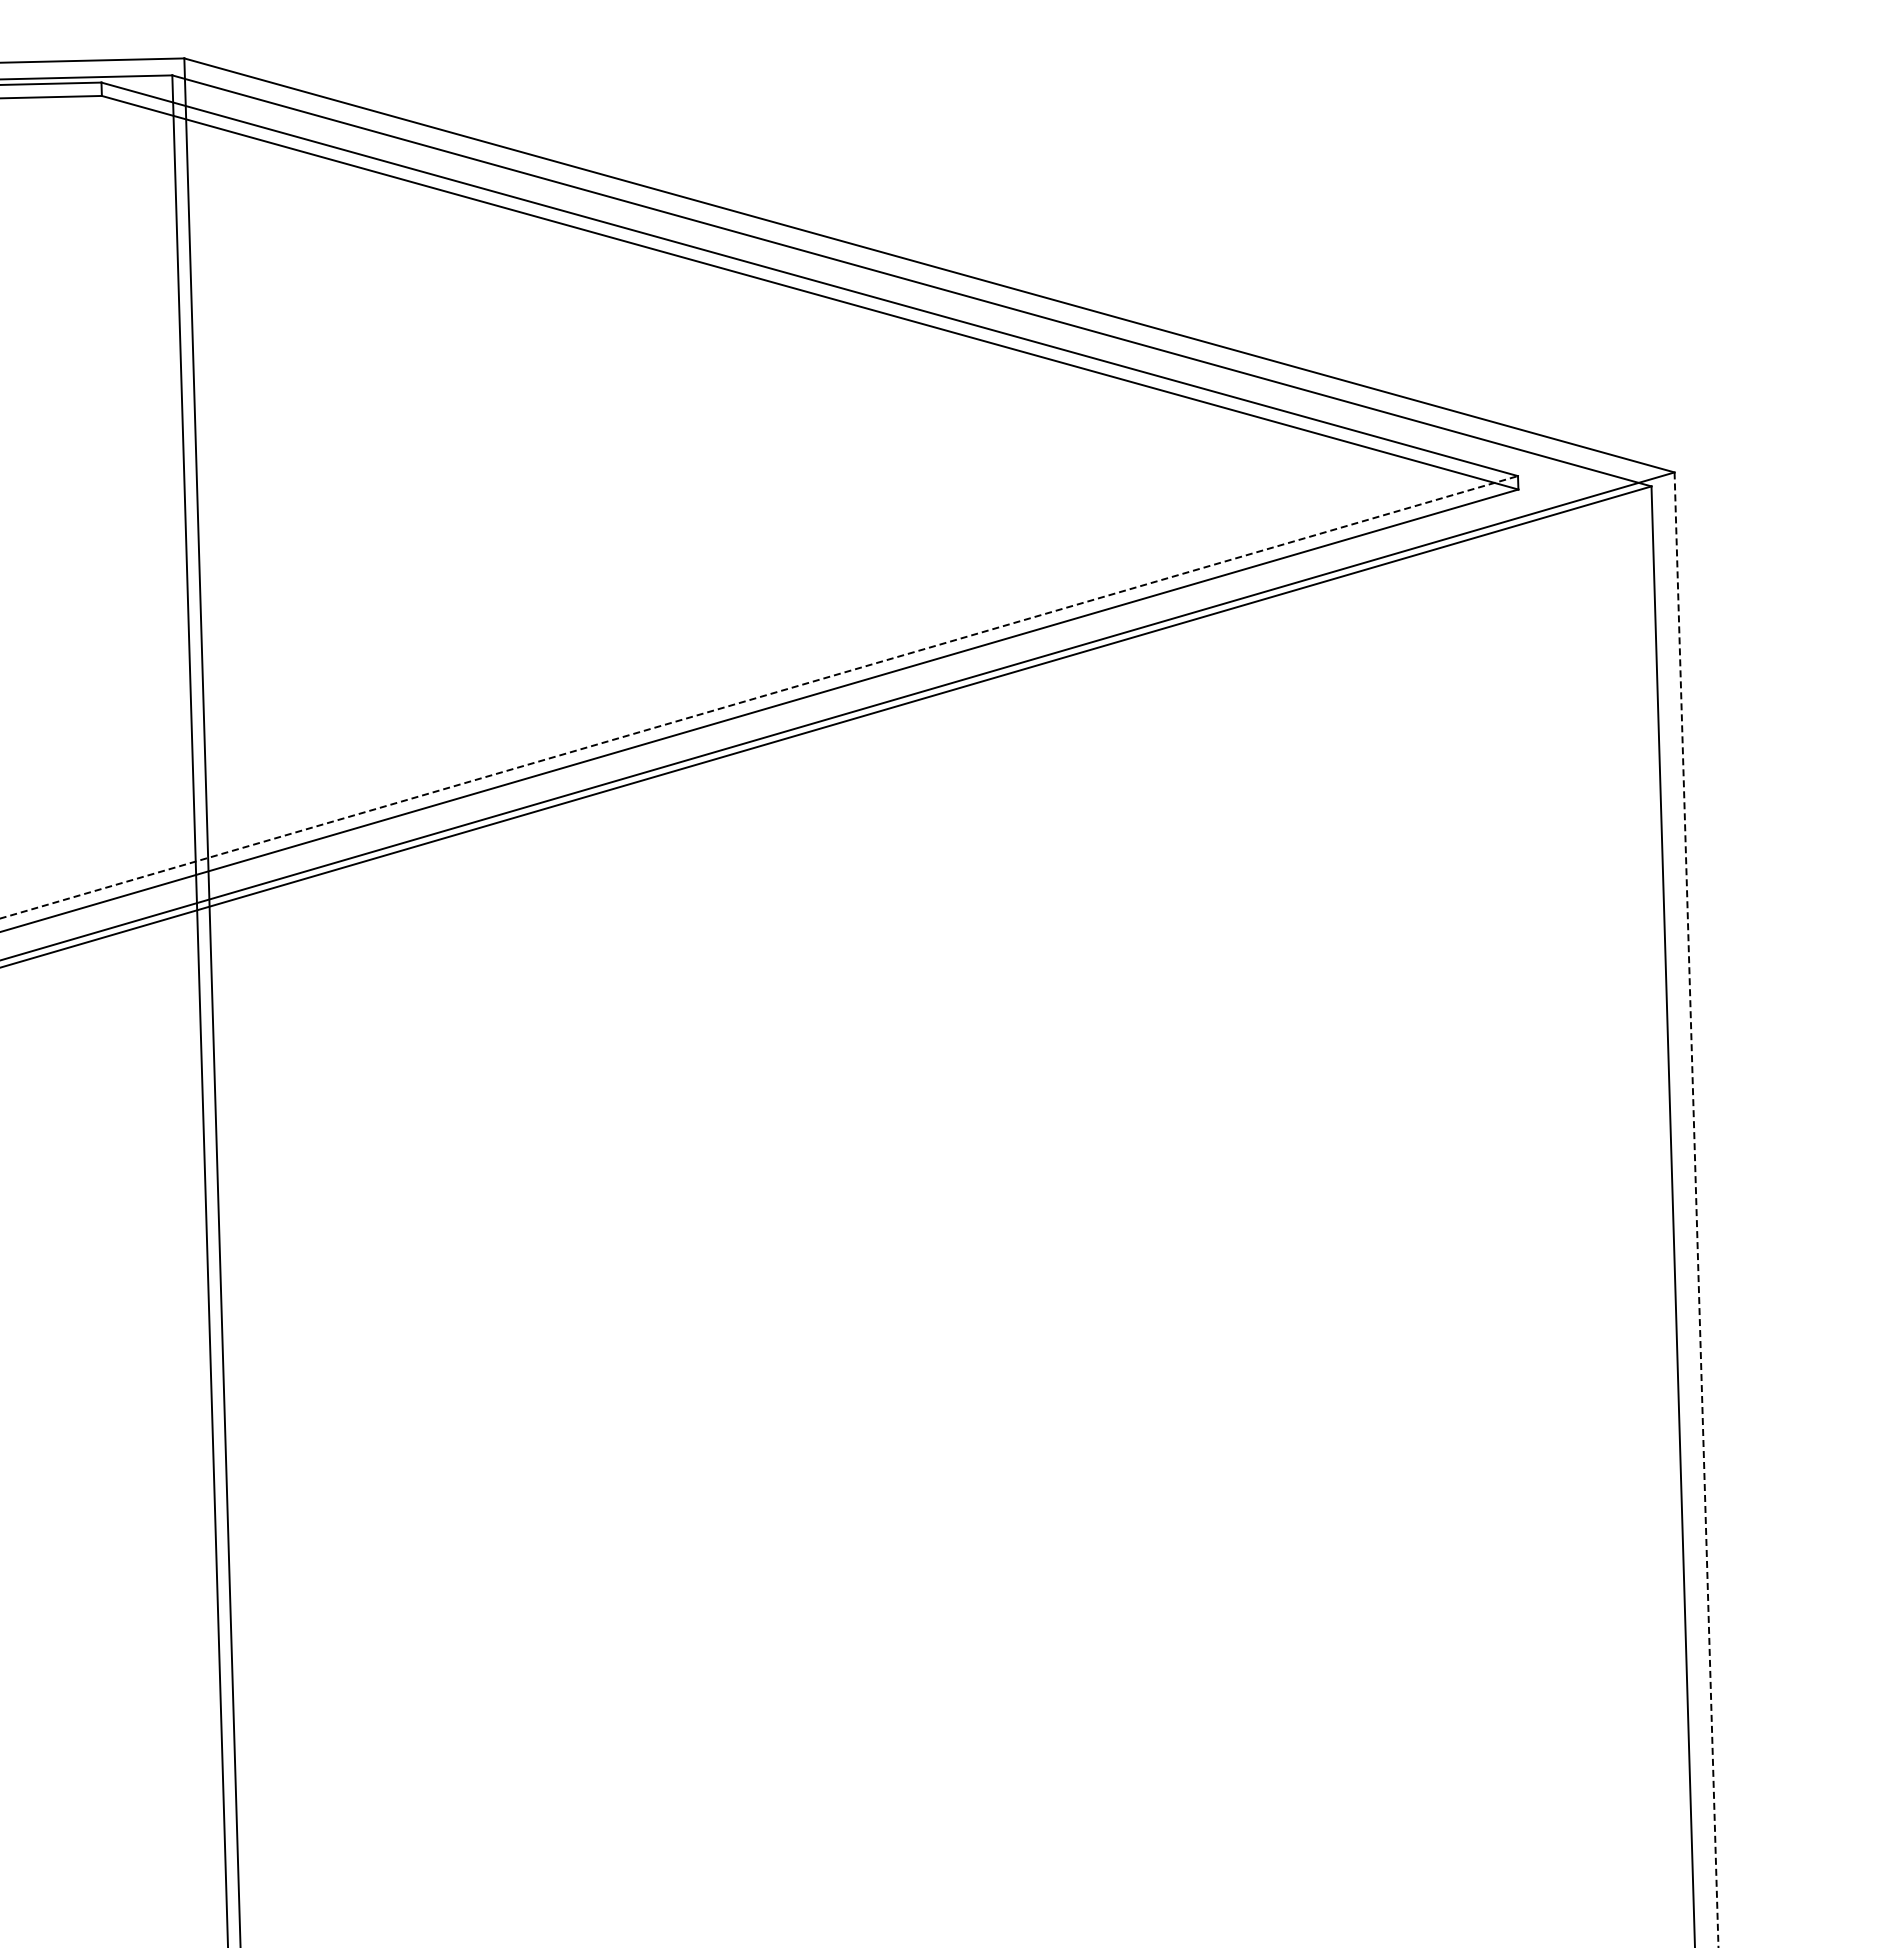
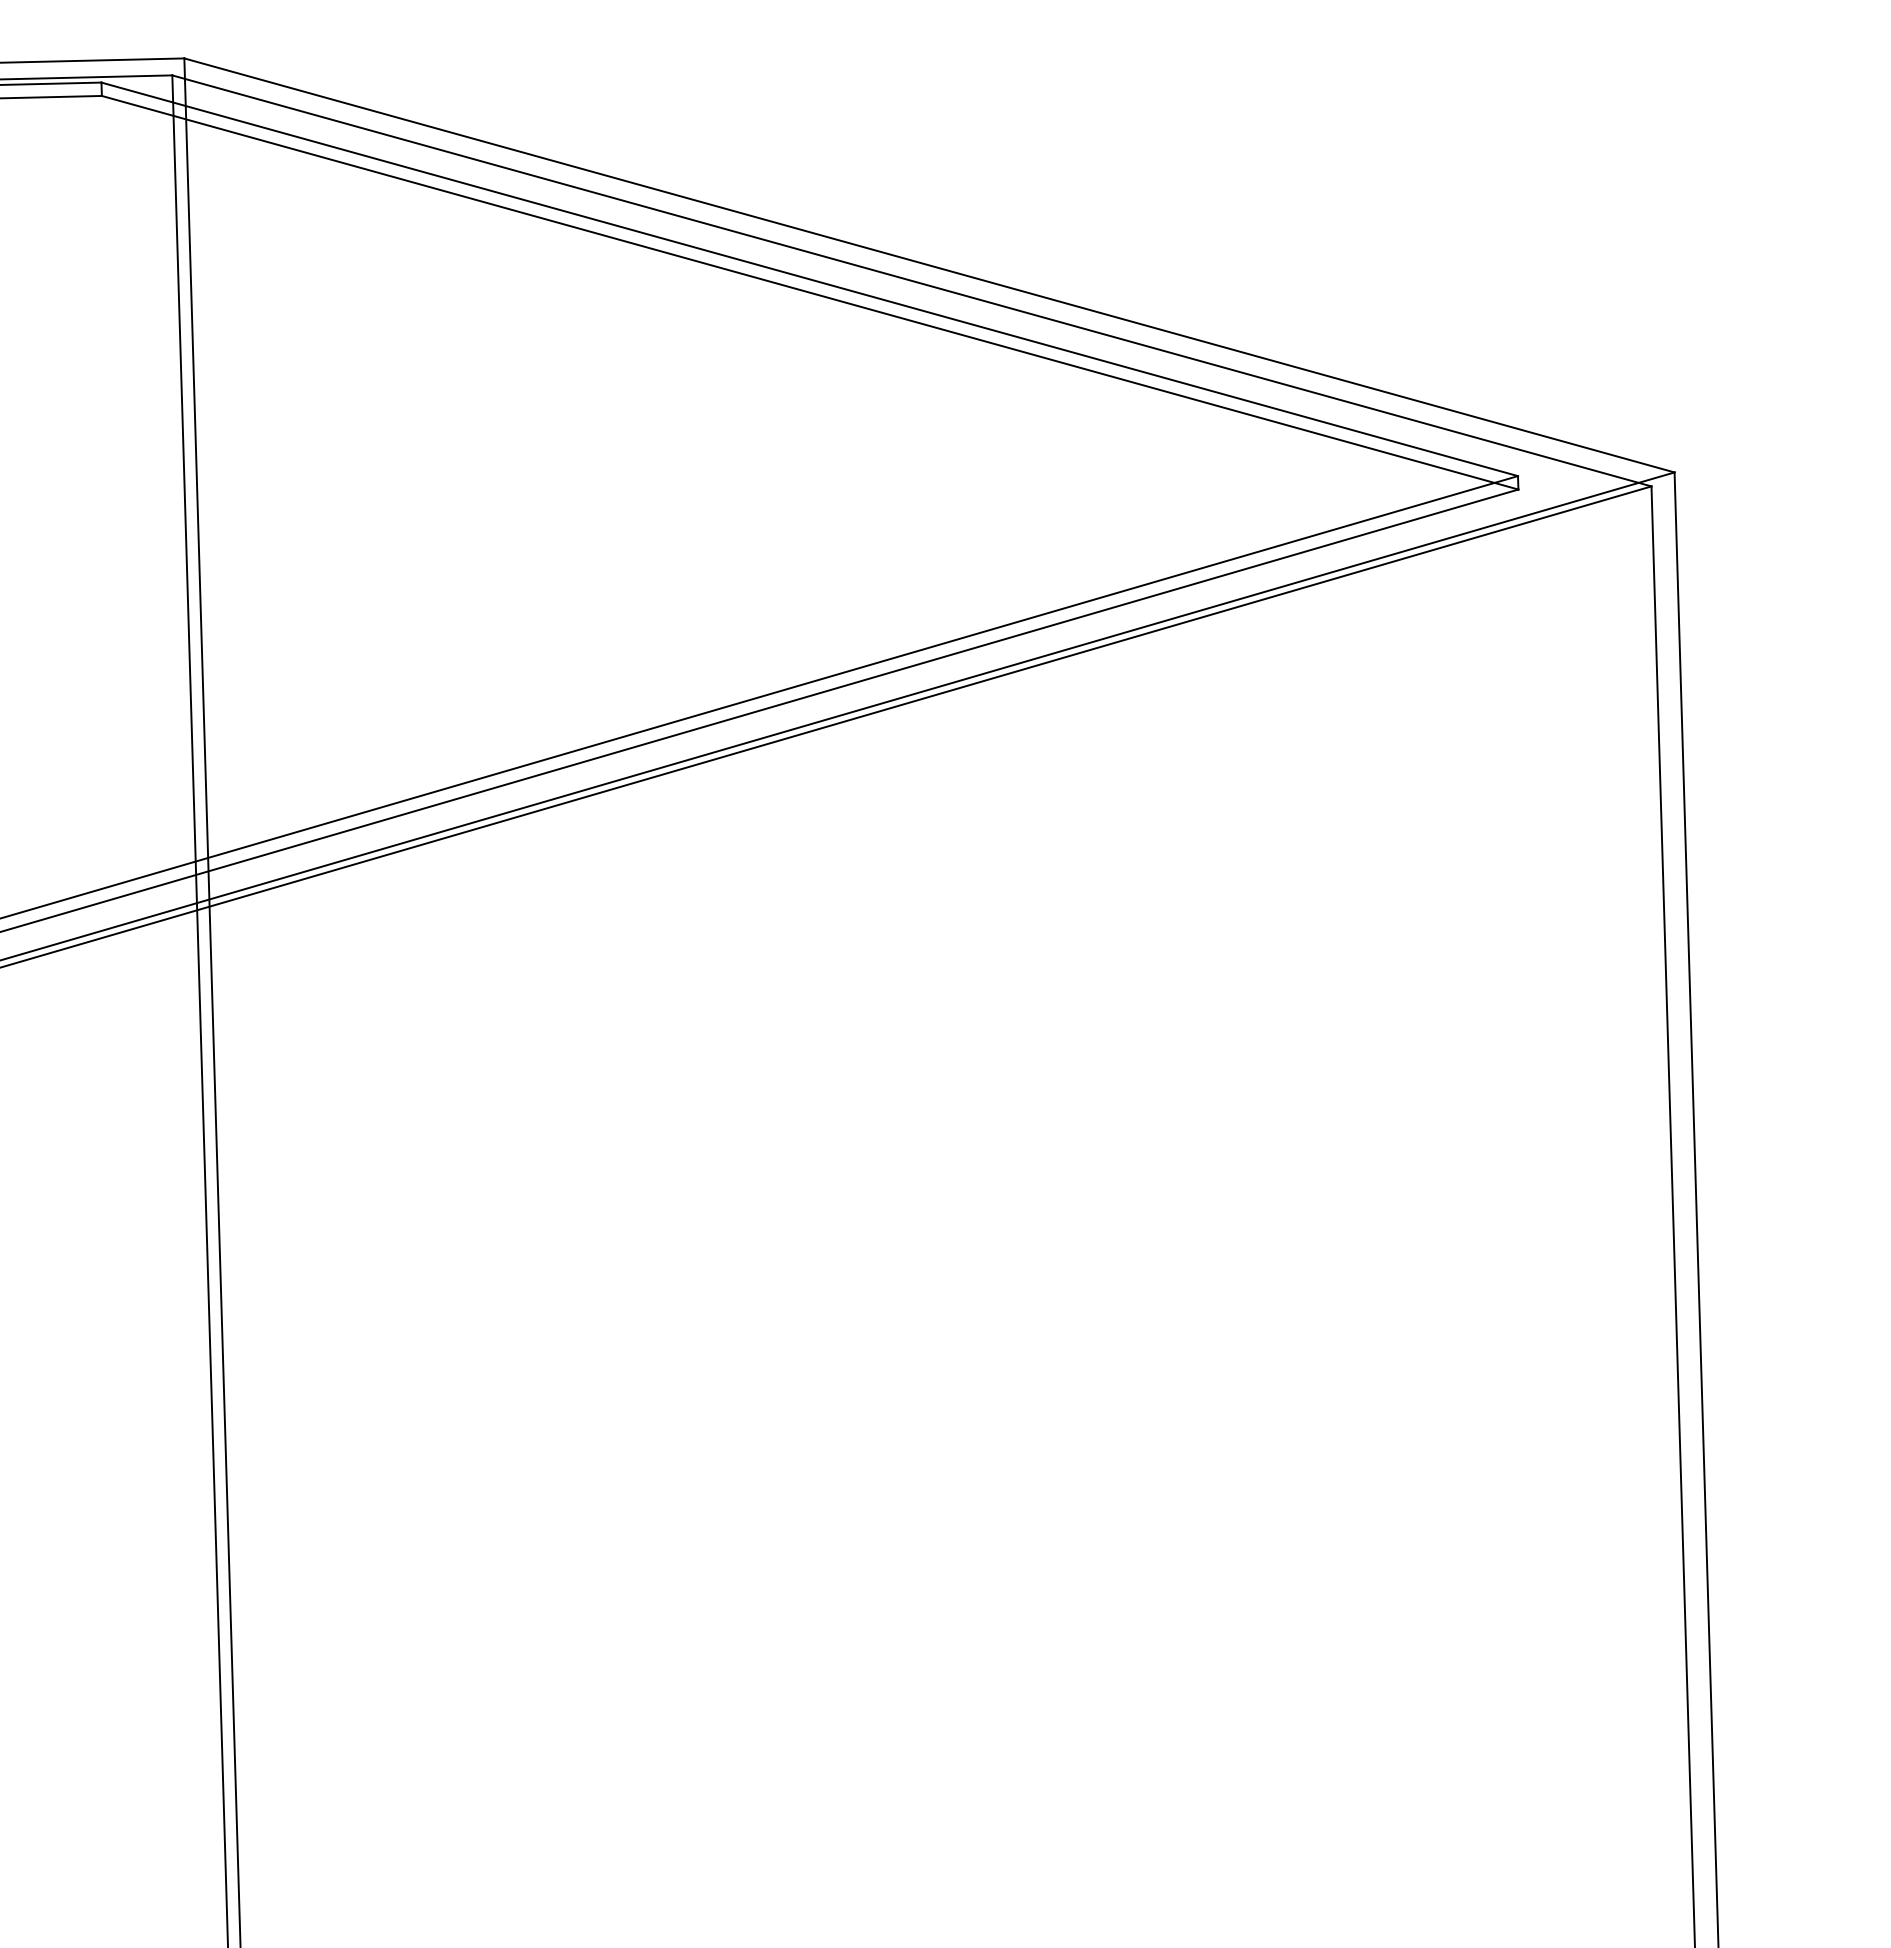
line at (759, 697): dashed -> solid
line at (1696, 1209): dashed -> solid
